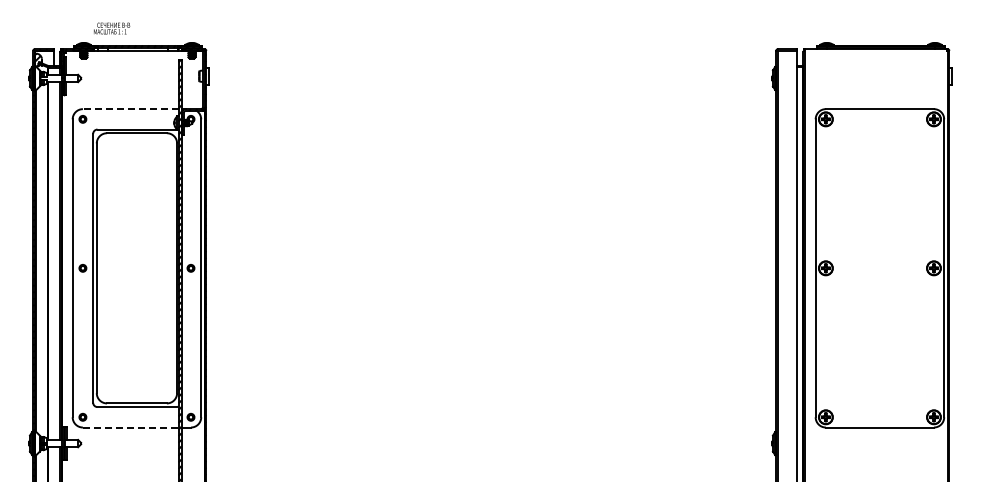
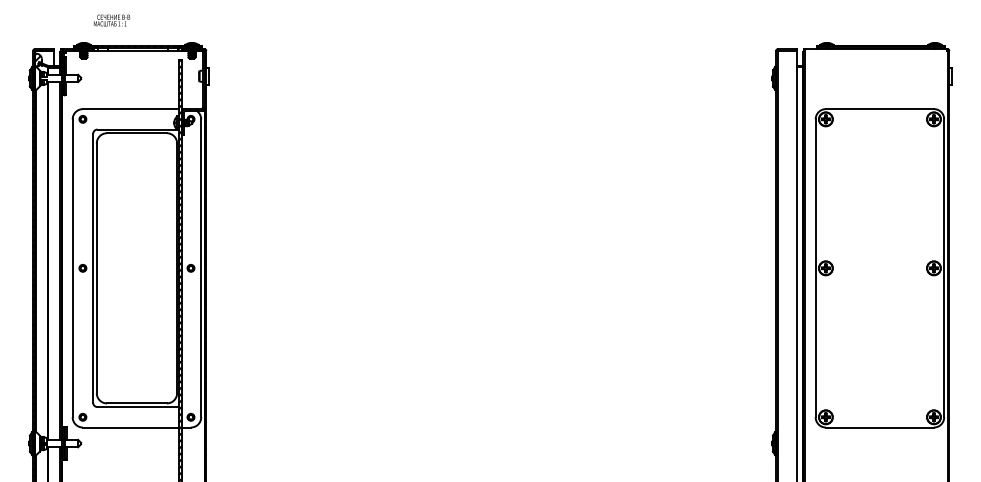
text at (112, 28) position: (112, 28) -> (112, 20)
line at (130, 109): dashed -> solid
line at (130, 427): dashed -> solid
